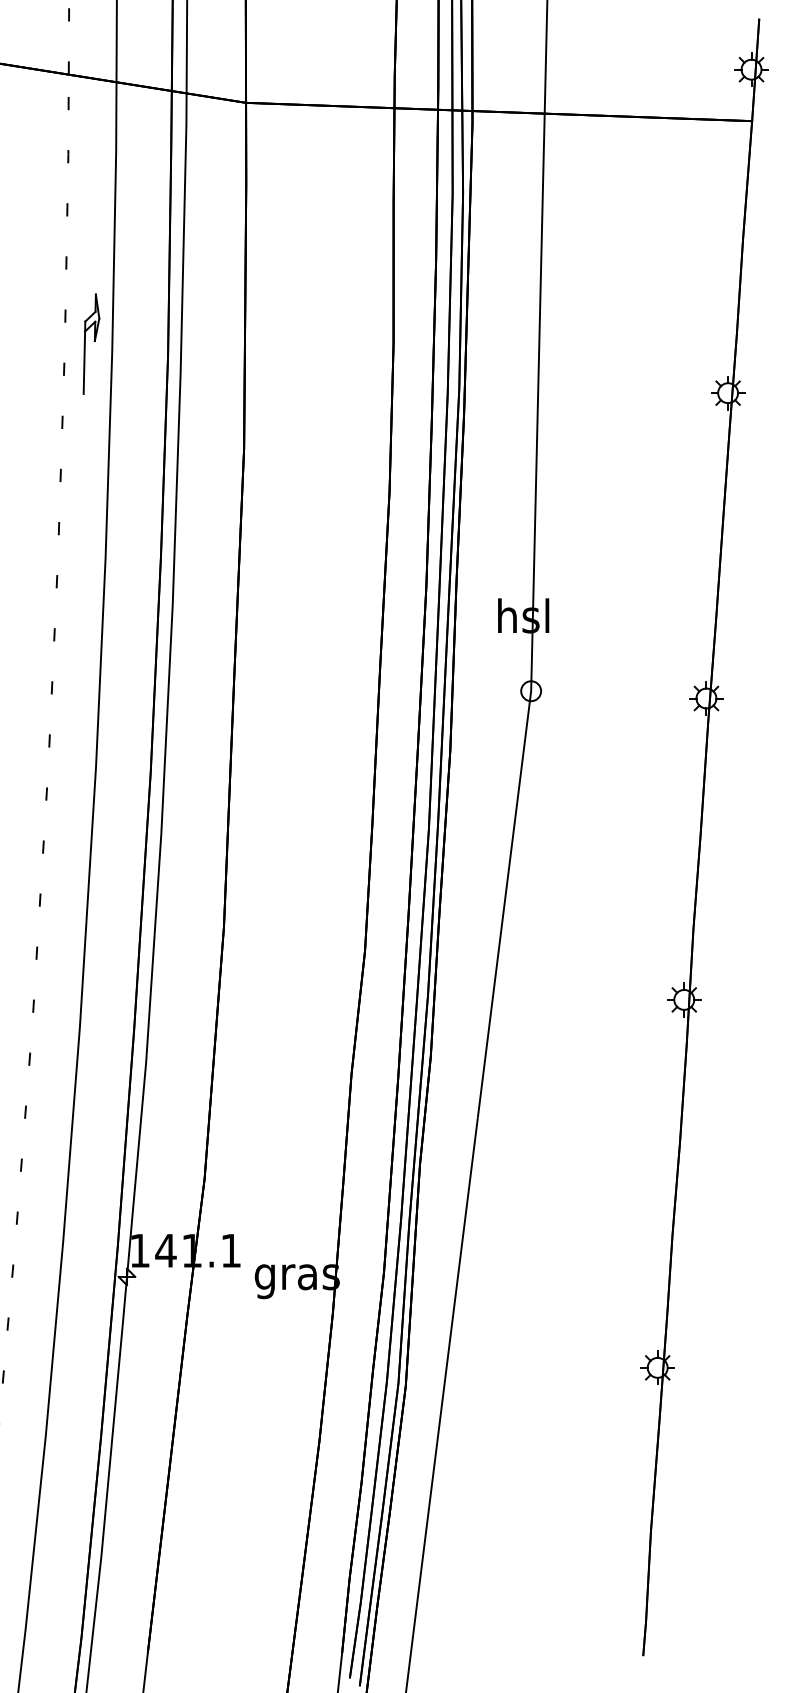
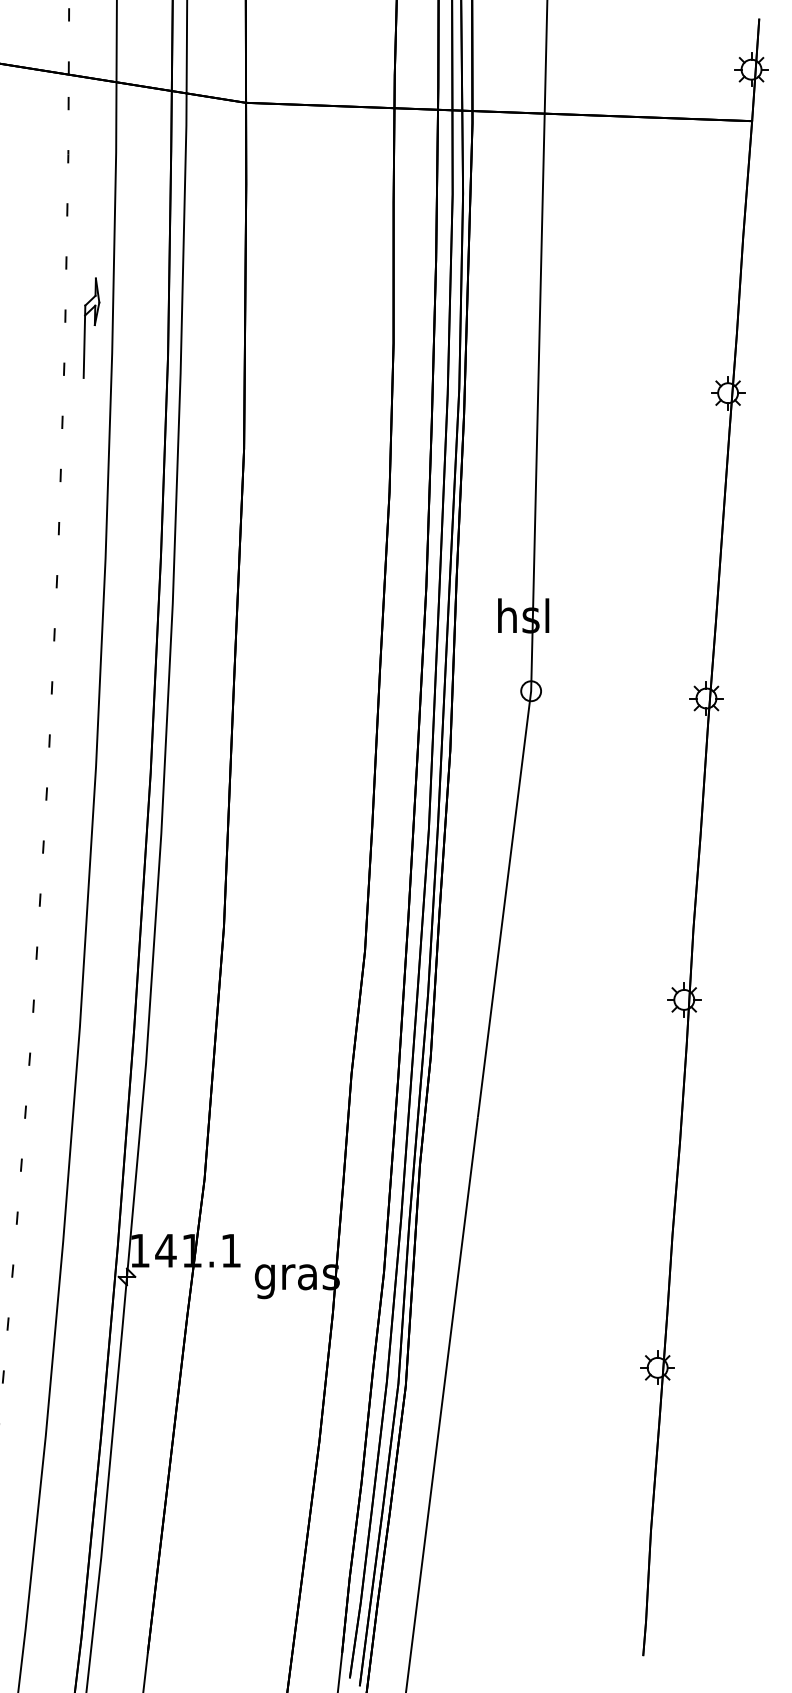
part at (91, 343) position: (91, 343) -> (91, 327)
